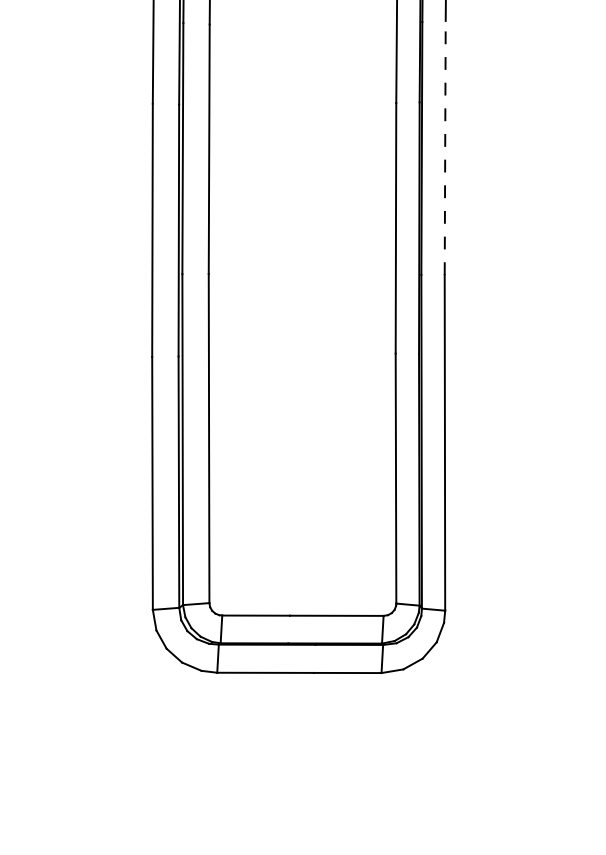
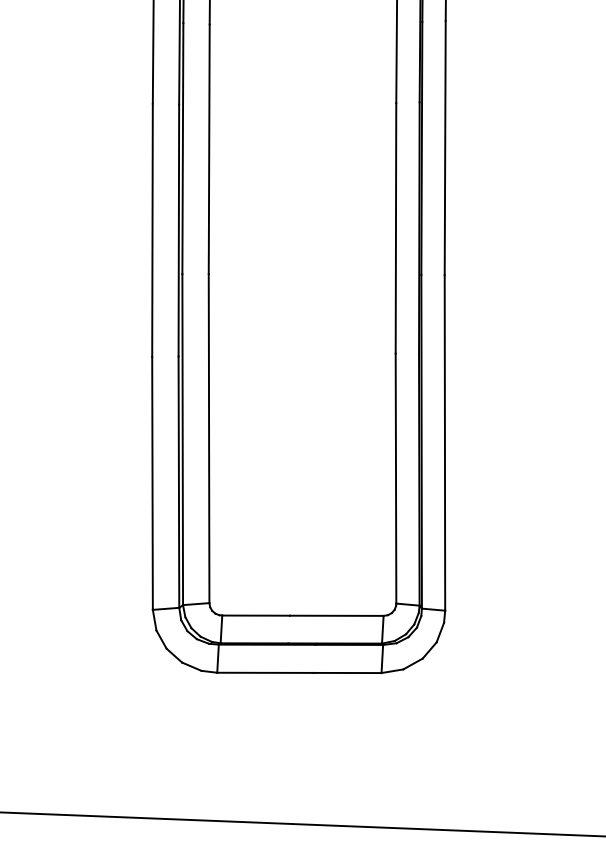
line at (445, 147): dashed -> solid
line at (302, 824): none -> present
